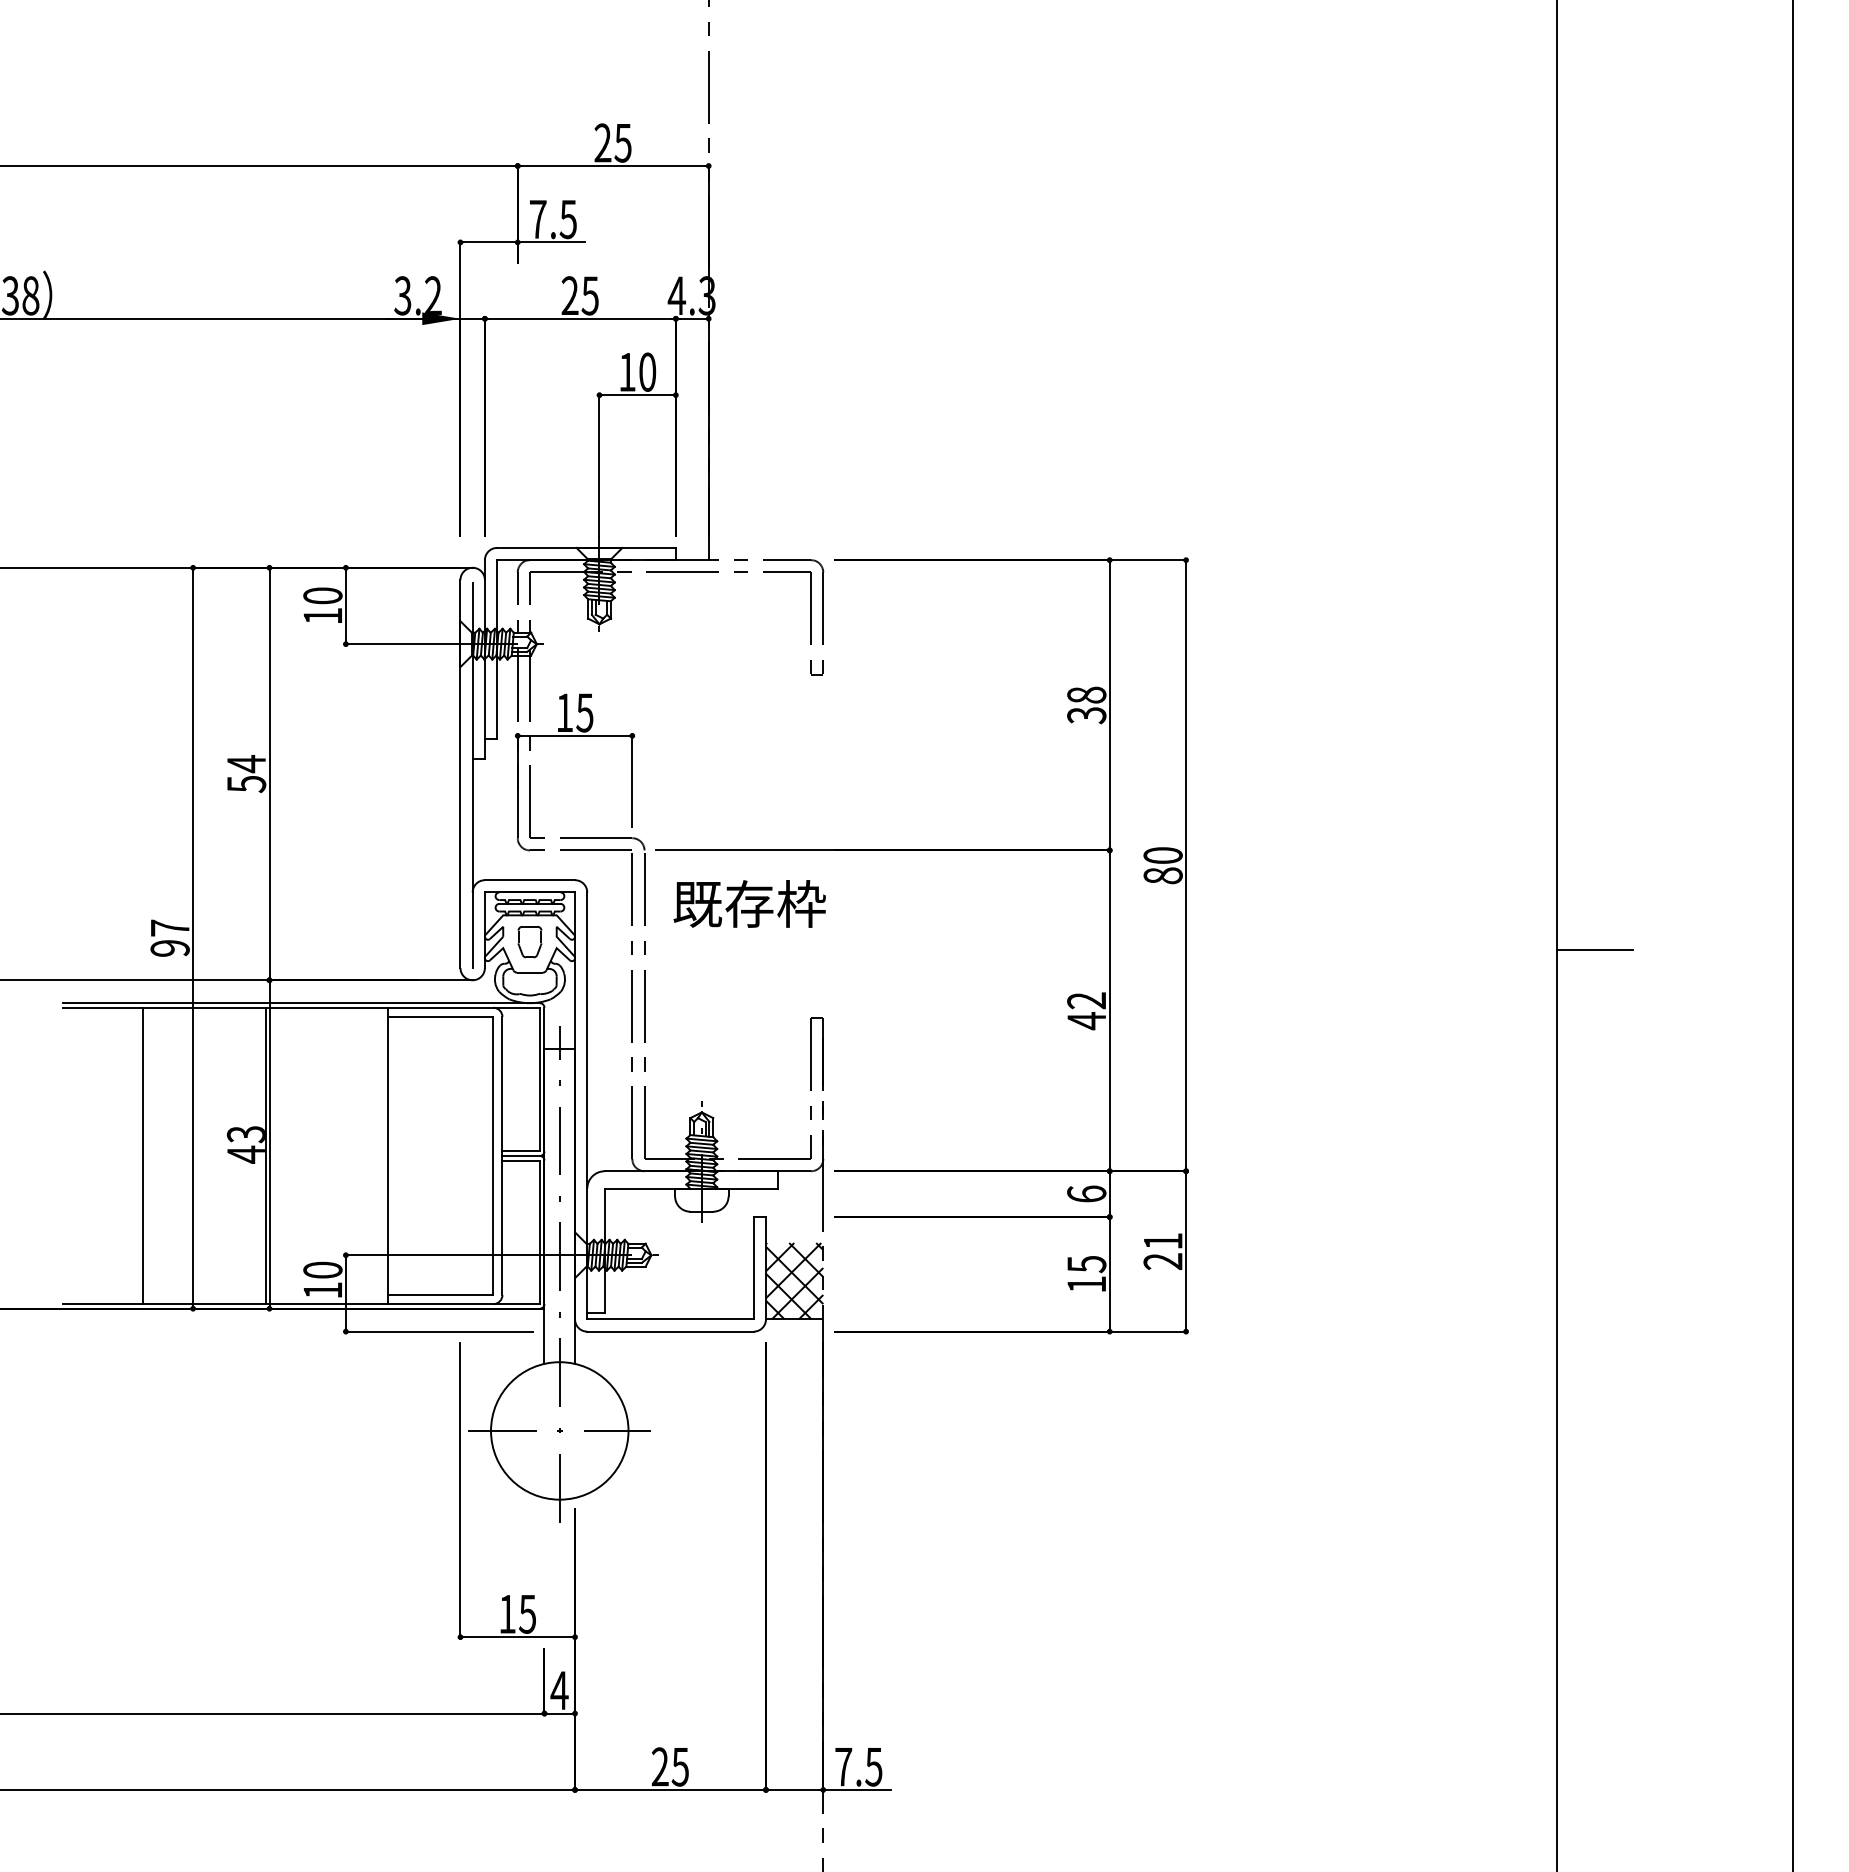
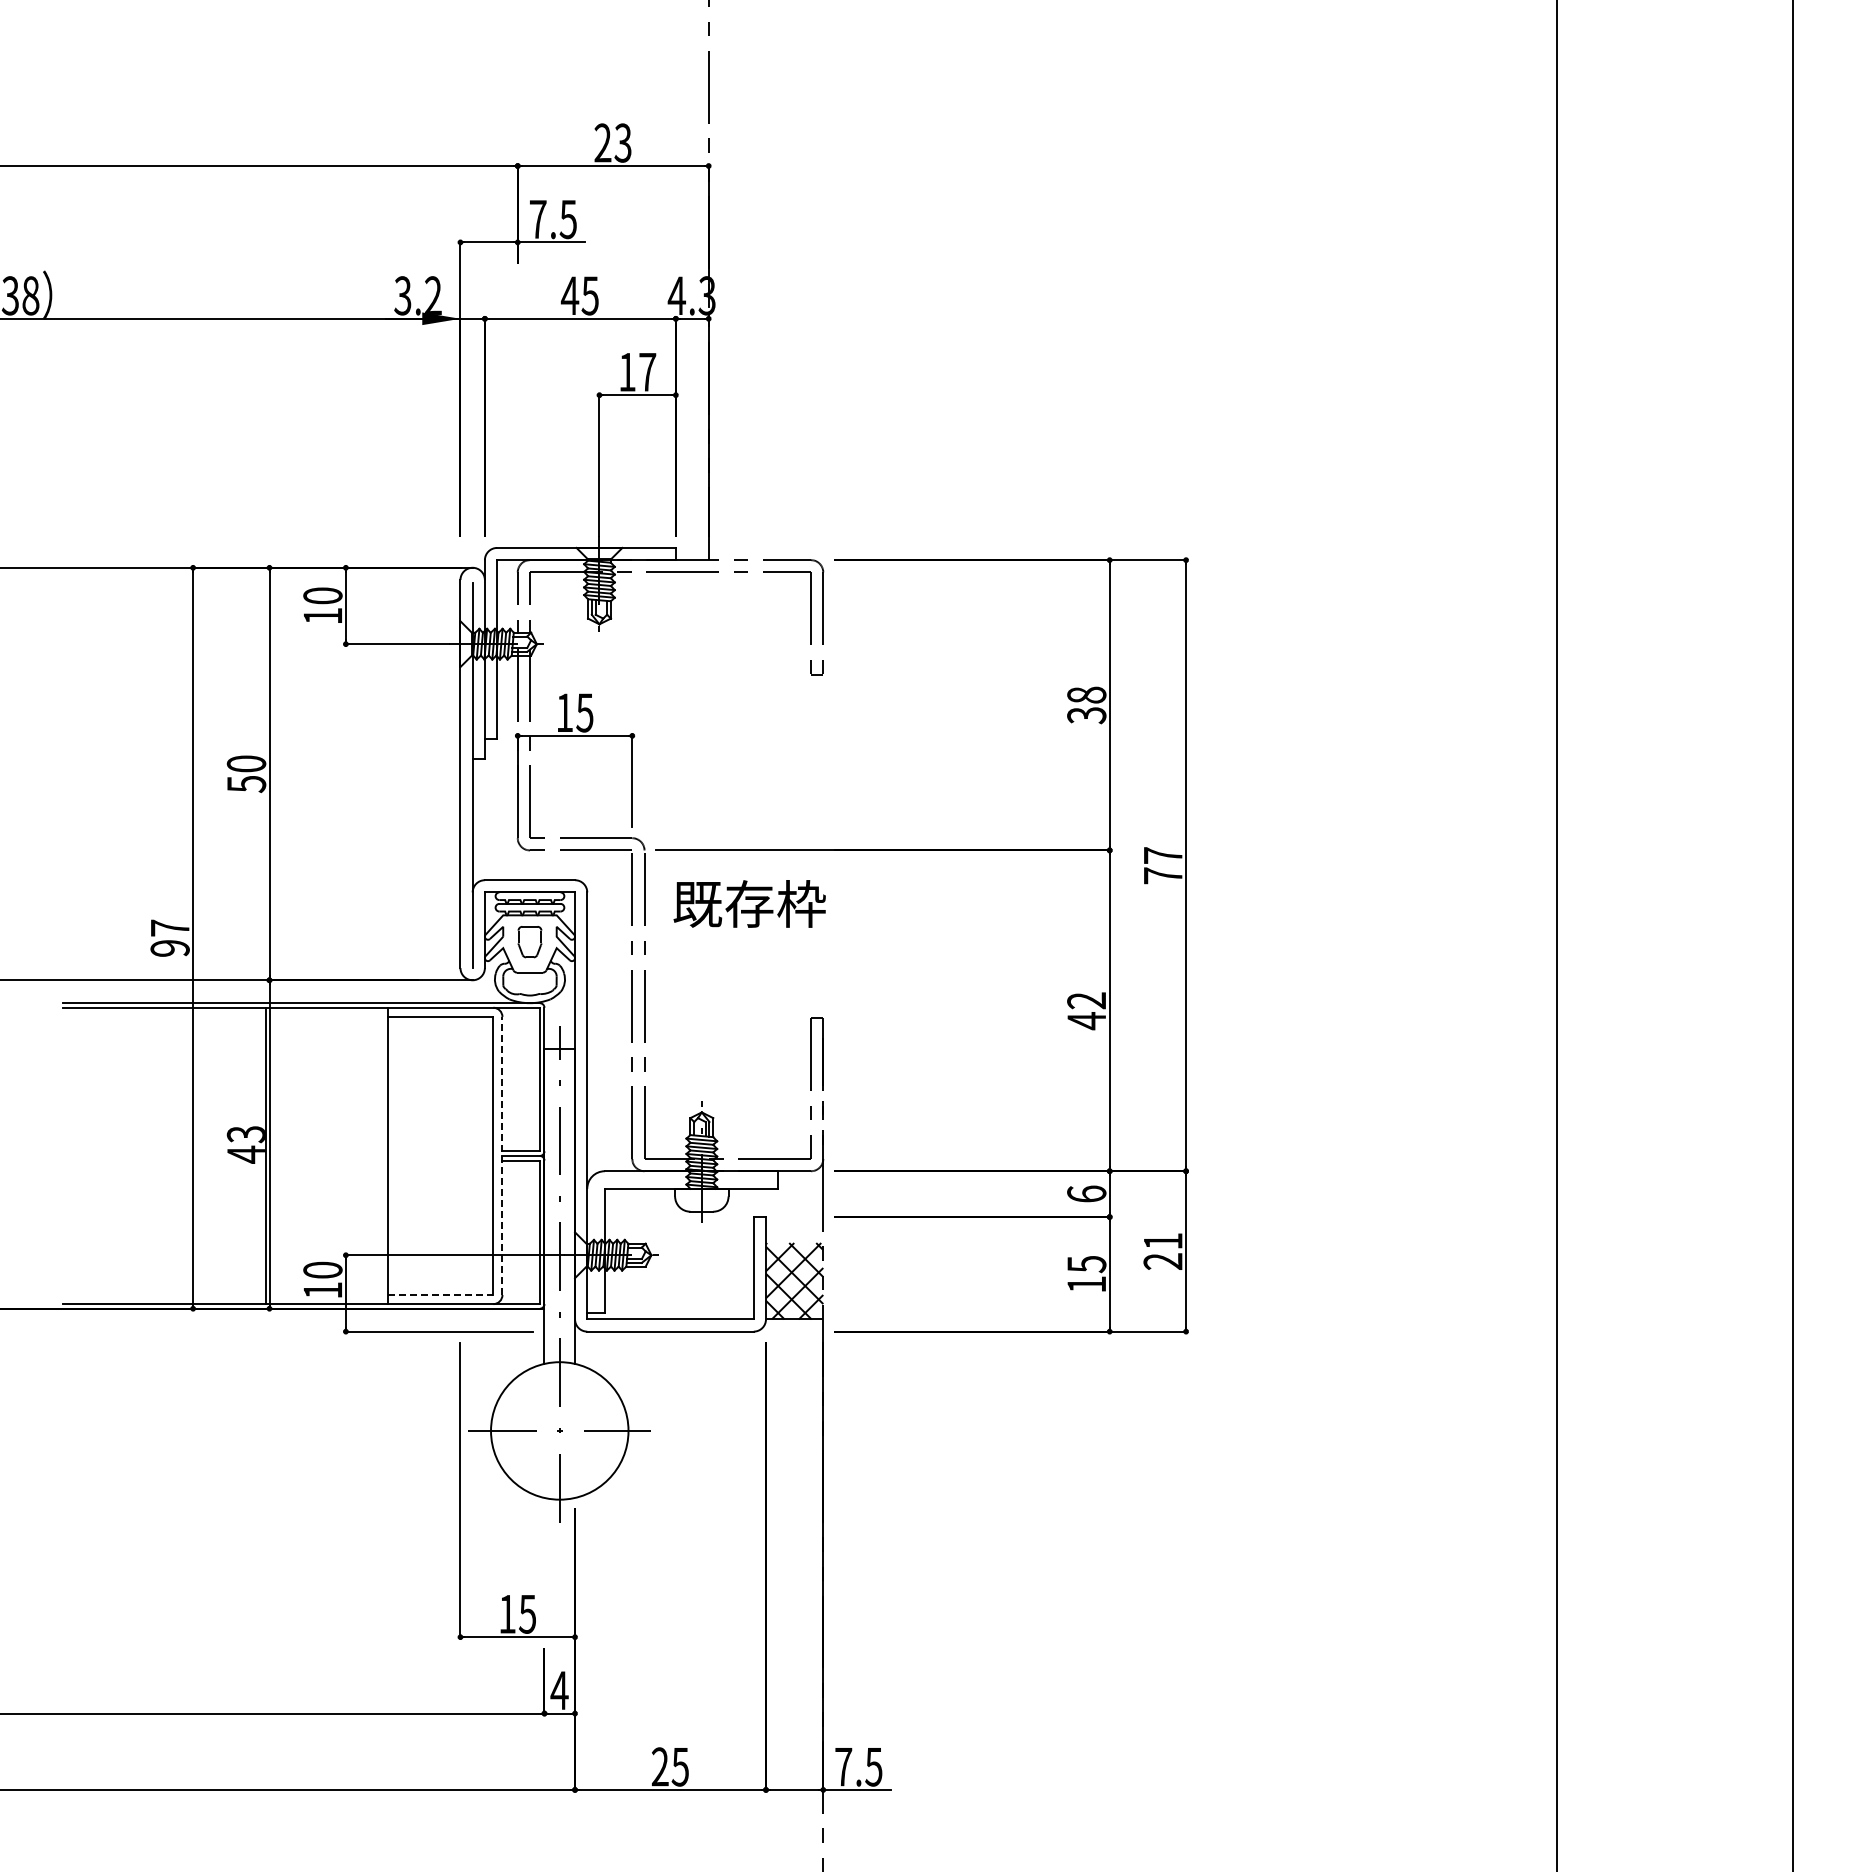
text at (622, 142): 25 -> 23
text at (569, 295): 25 -> 45
text at (647, 371): 10 -> 17
text at (246, 764): 54 -> 50
text at (1162, 865): 80 -> 77
line at (1594, 949): present -> none
line at (143, 1155): present -> none
line at (502, 1155): solid -> dashed
line at (440, 1294): solid -> dashed
